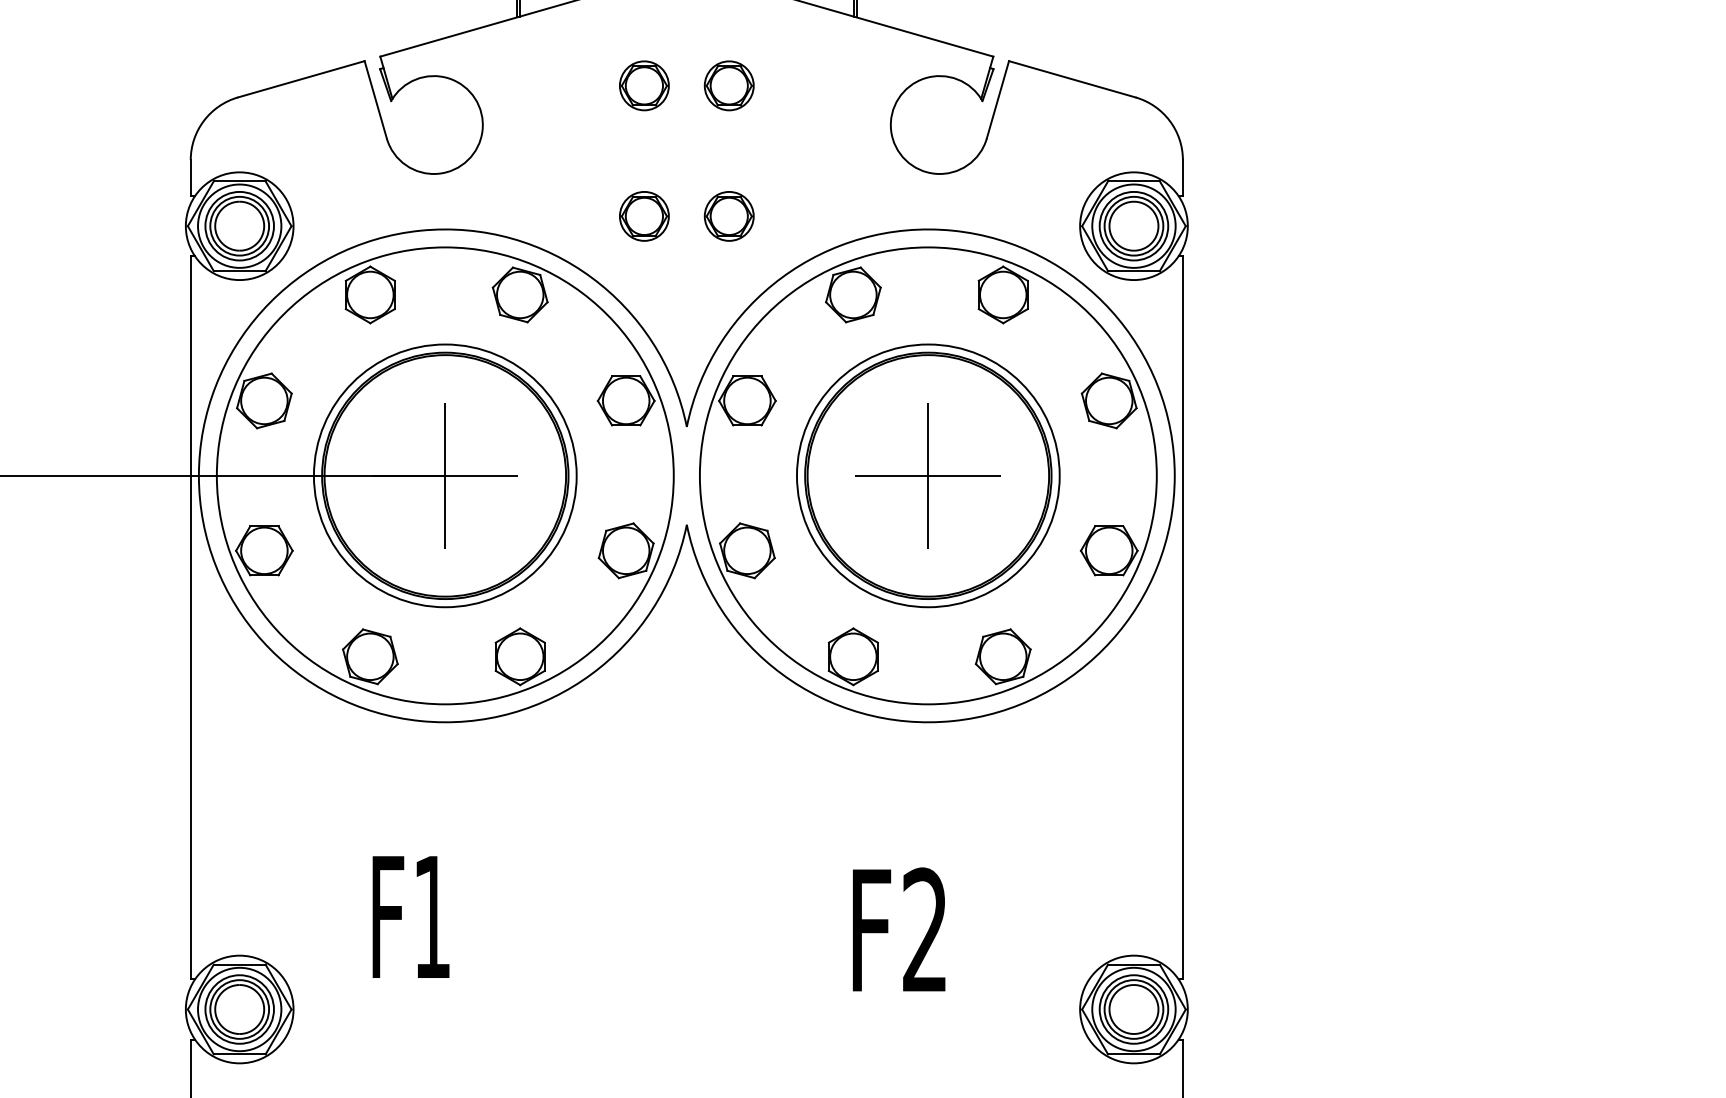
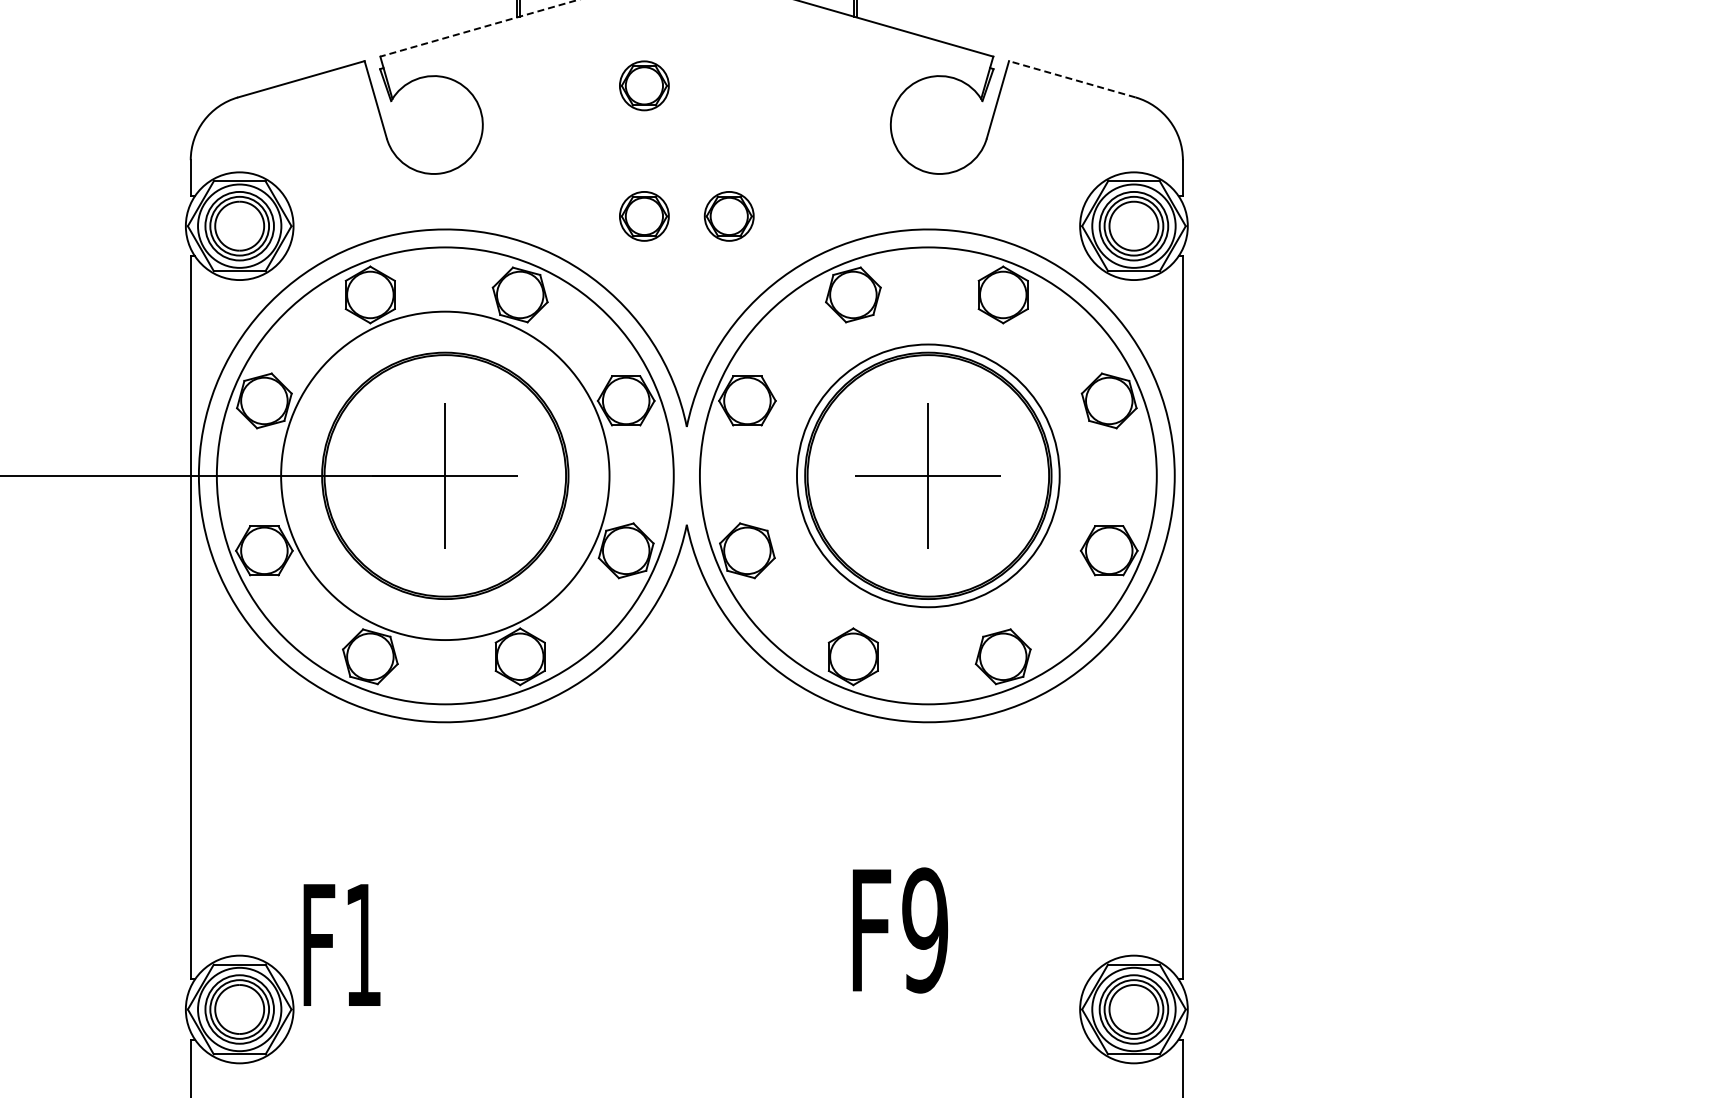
line at (478, 28): solid -> dashed
line at (1072, 79): solid -> dashed
part at (728, 85): present -> none
circle at (444, 475) diameter: 263 px -> 328 px
text at (410, 916) position: (410, 916) -> (341, 944)
text at (925, 930): F2 -> F9
